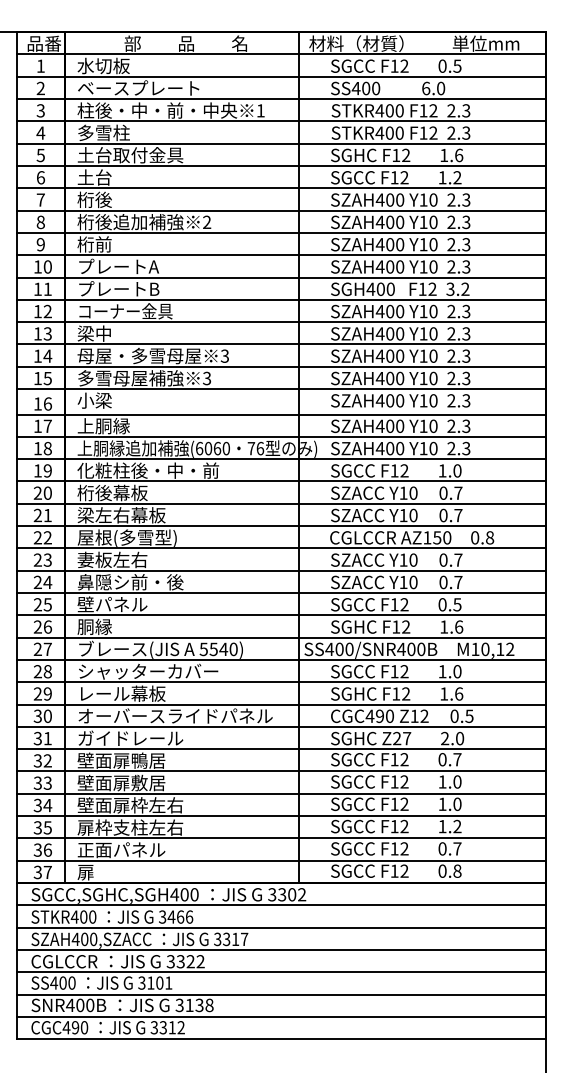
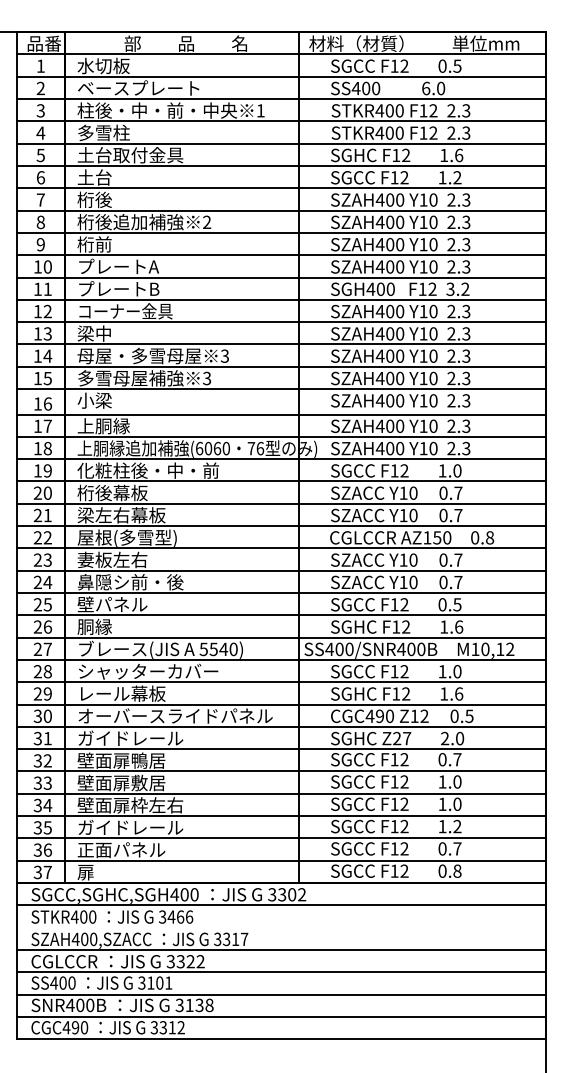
text at (130, 827): 扉枠支柱左右 -> ガイドレール
line at (281, 927): present -> none
